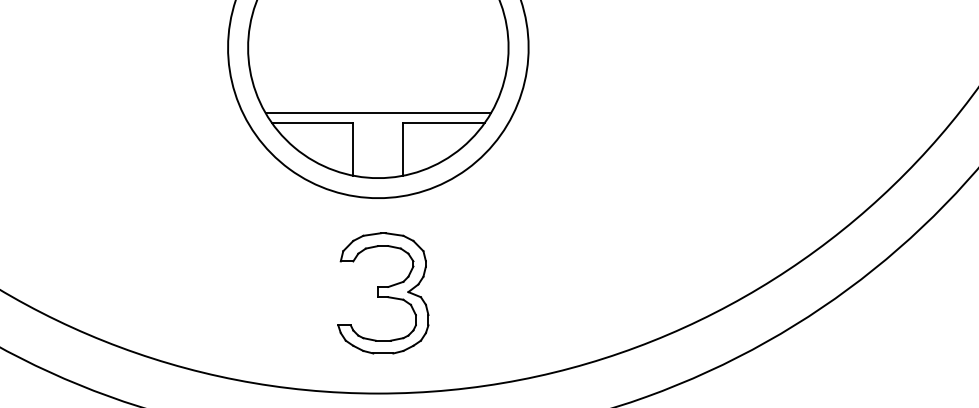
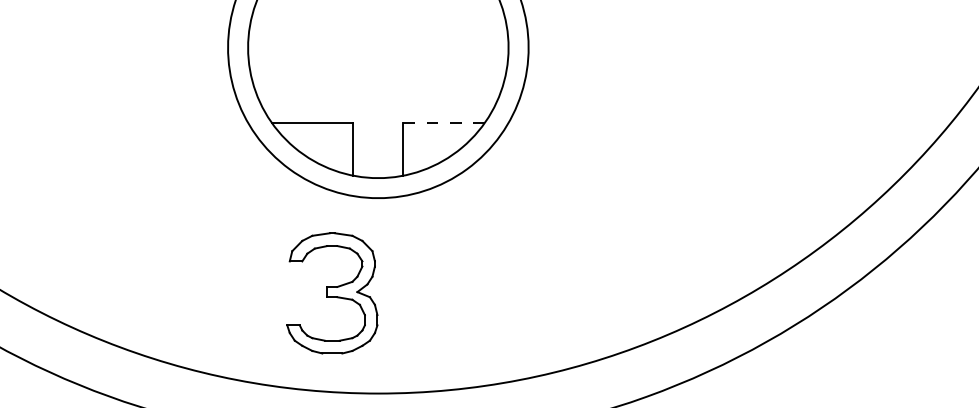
line at (378, 113): present -> none
line at (444, 123): solid -> dashed
part at (383, 293) position: (383, 293) -> (332, 293)
